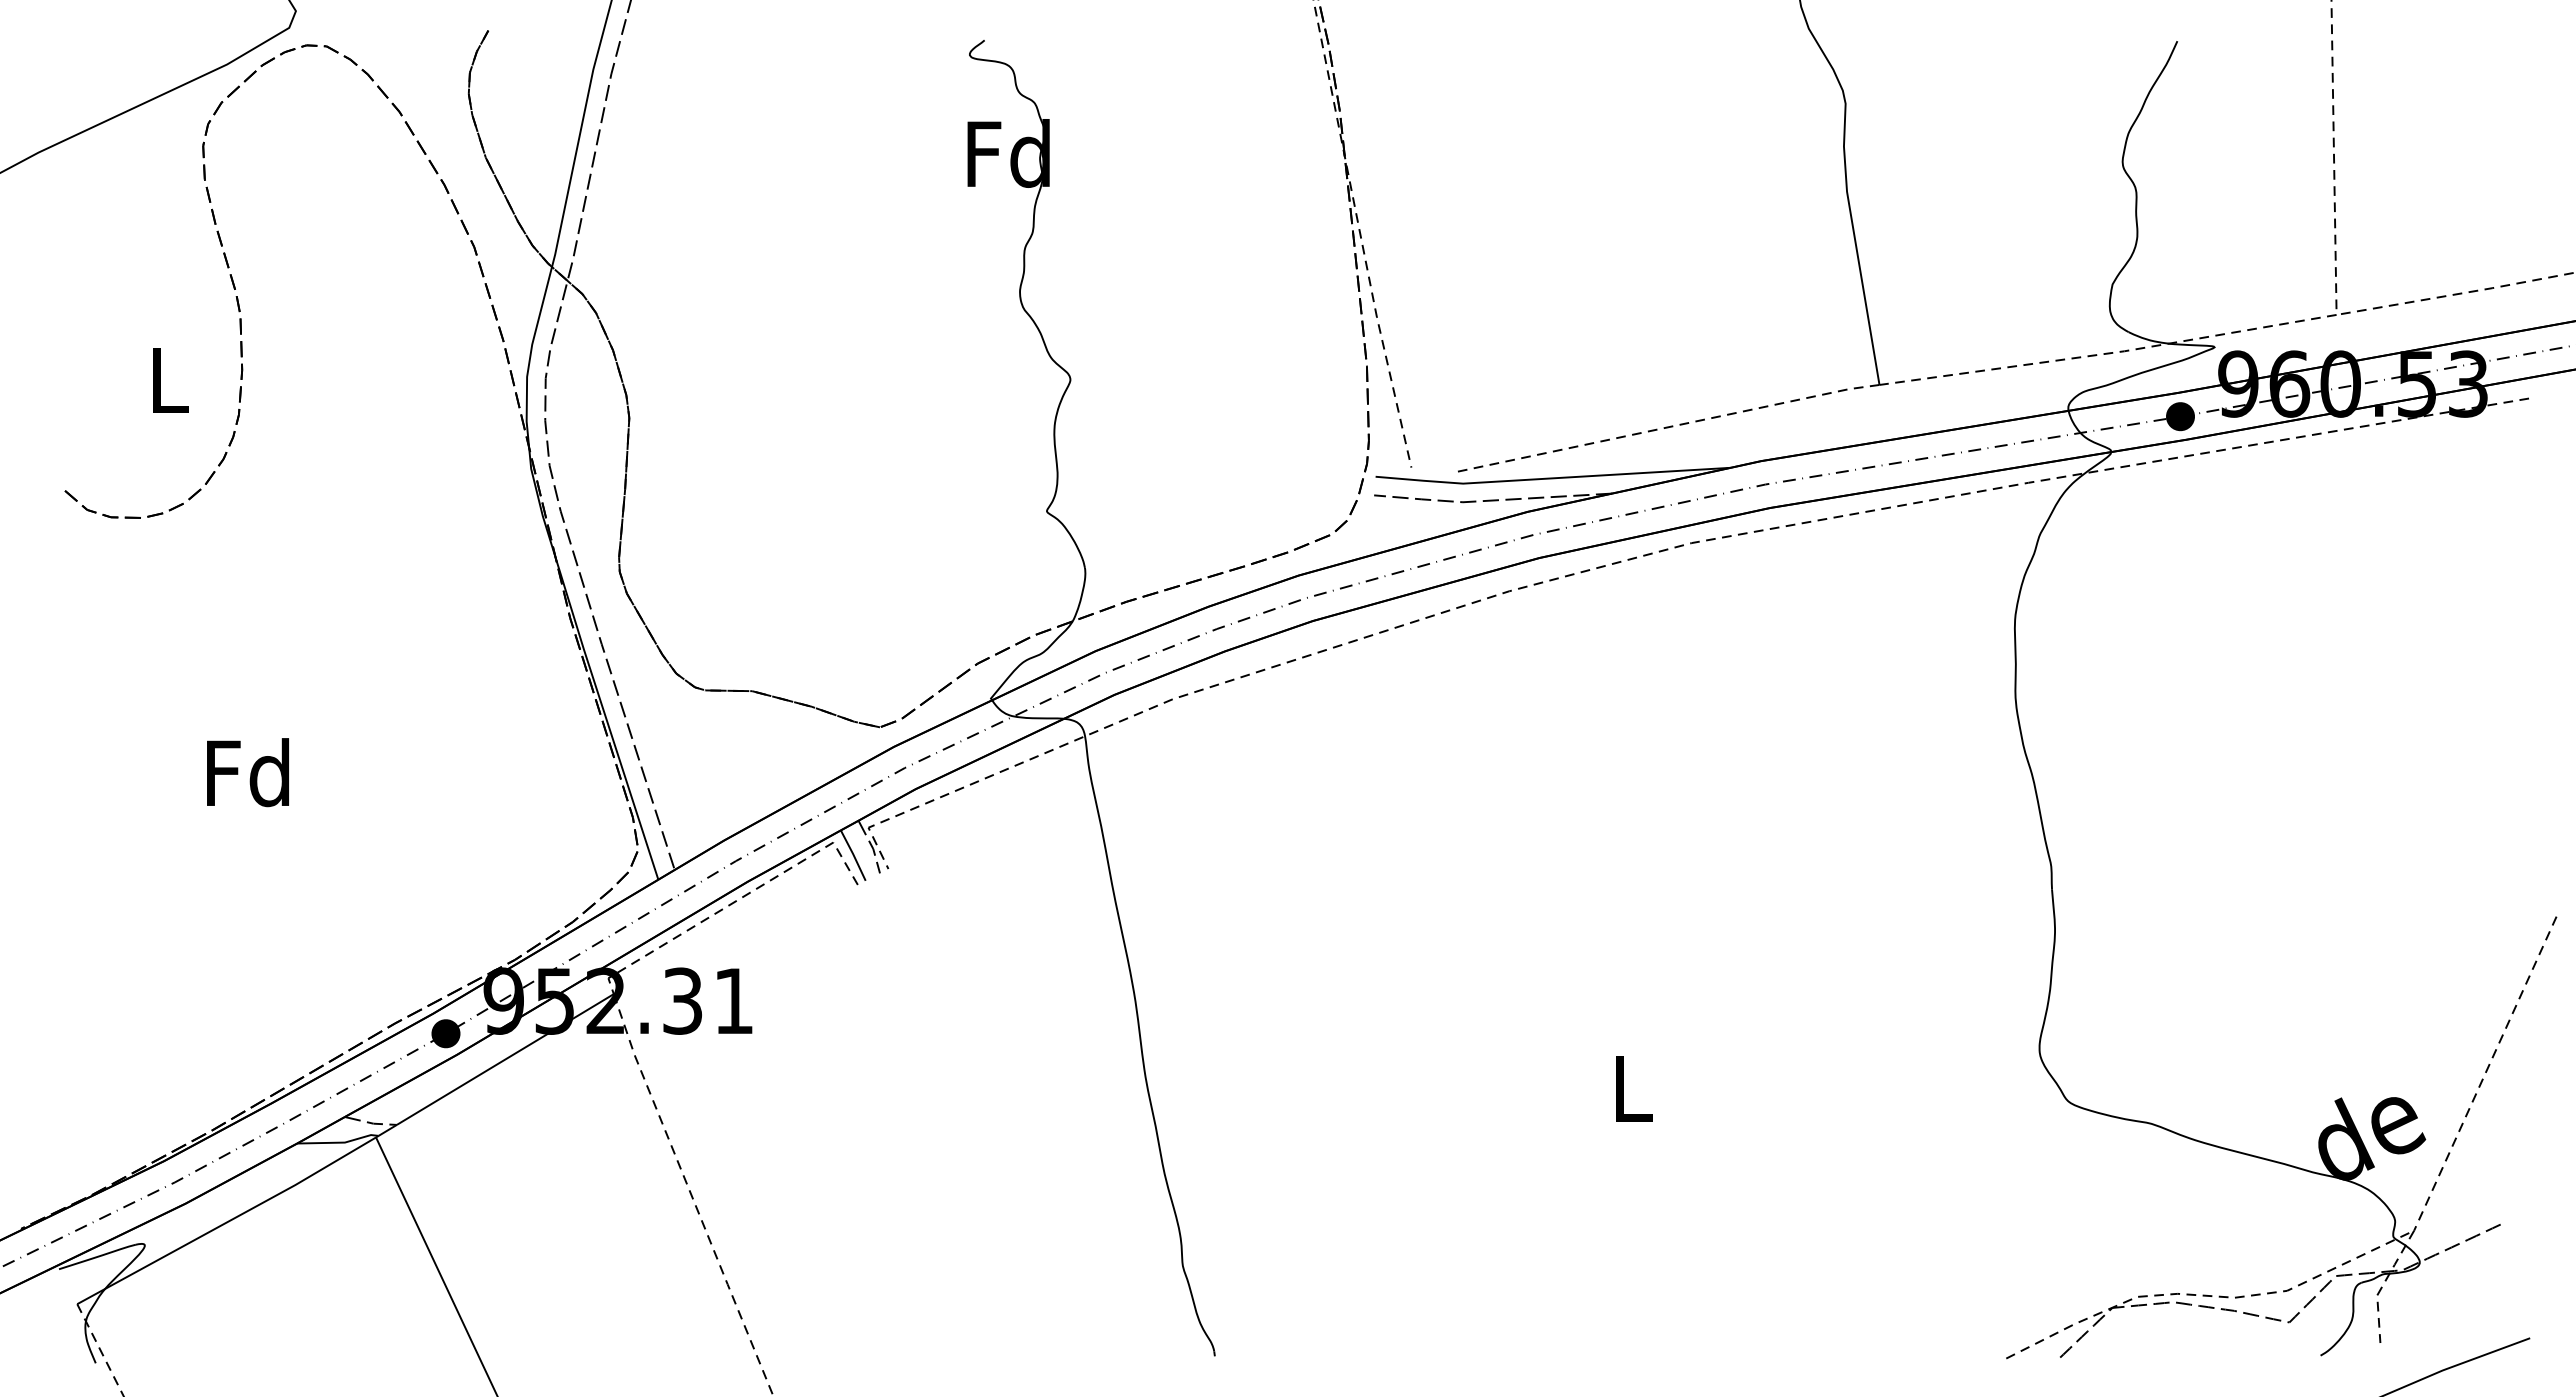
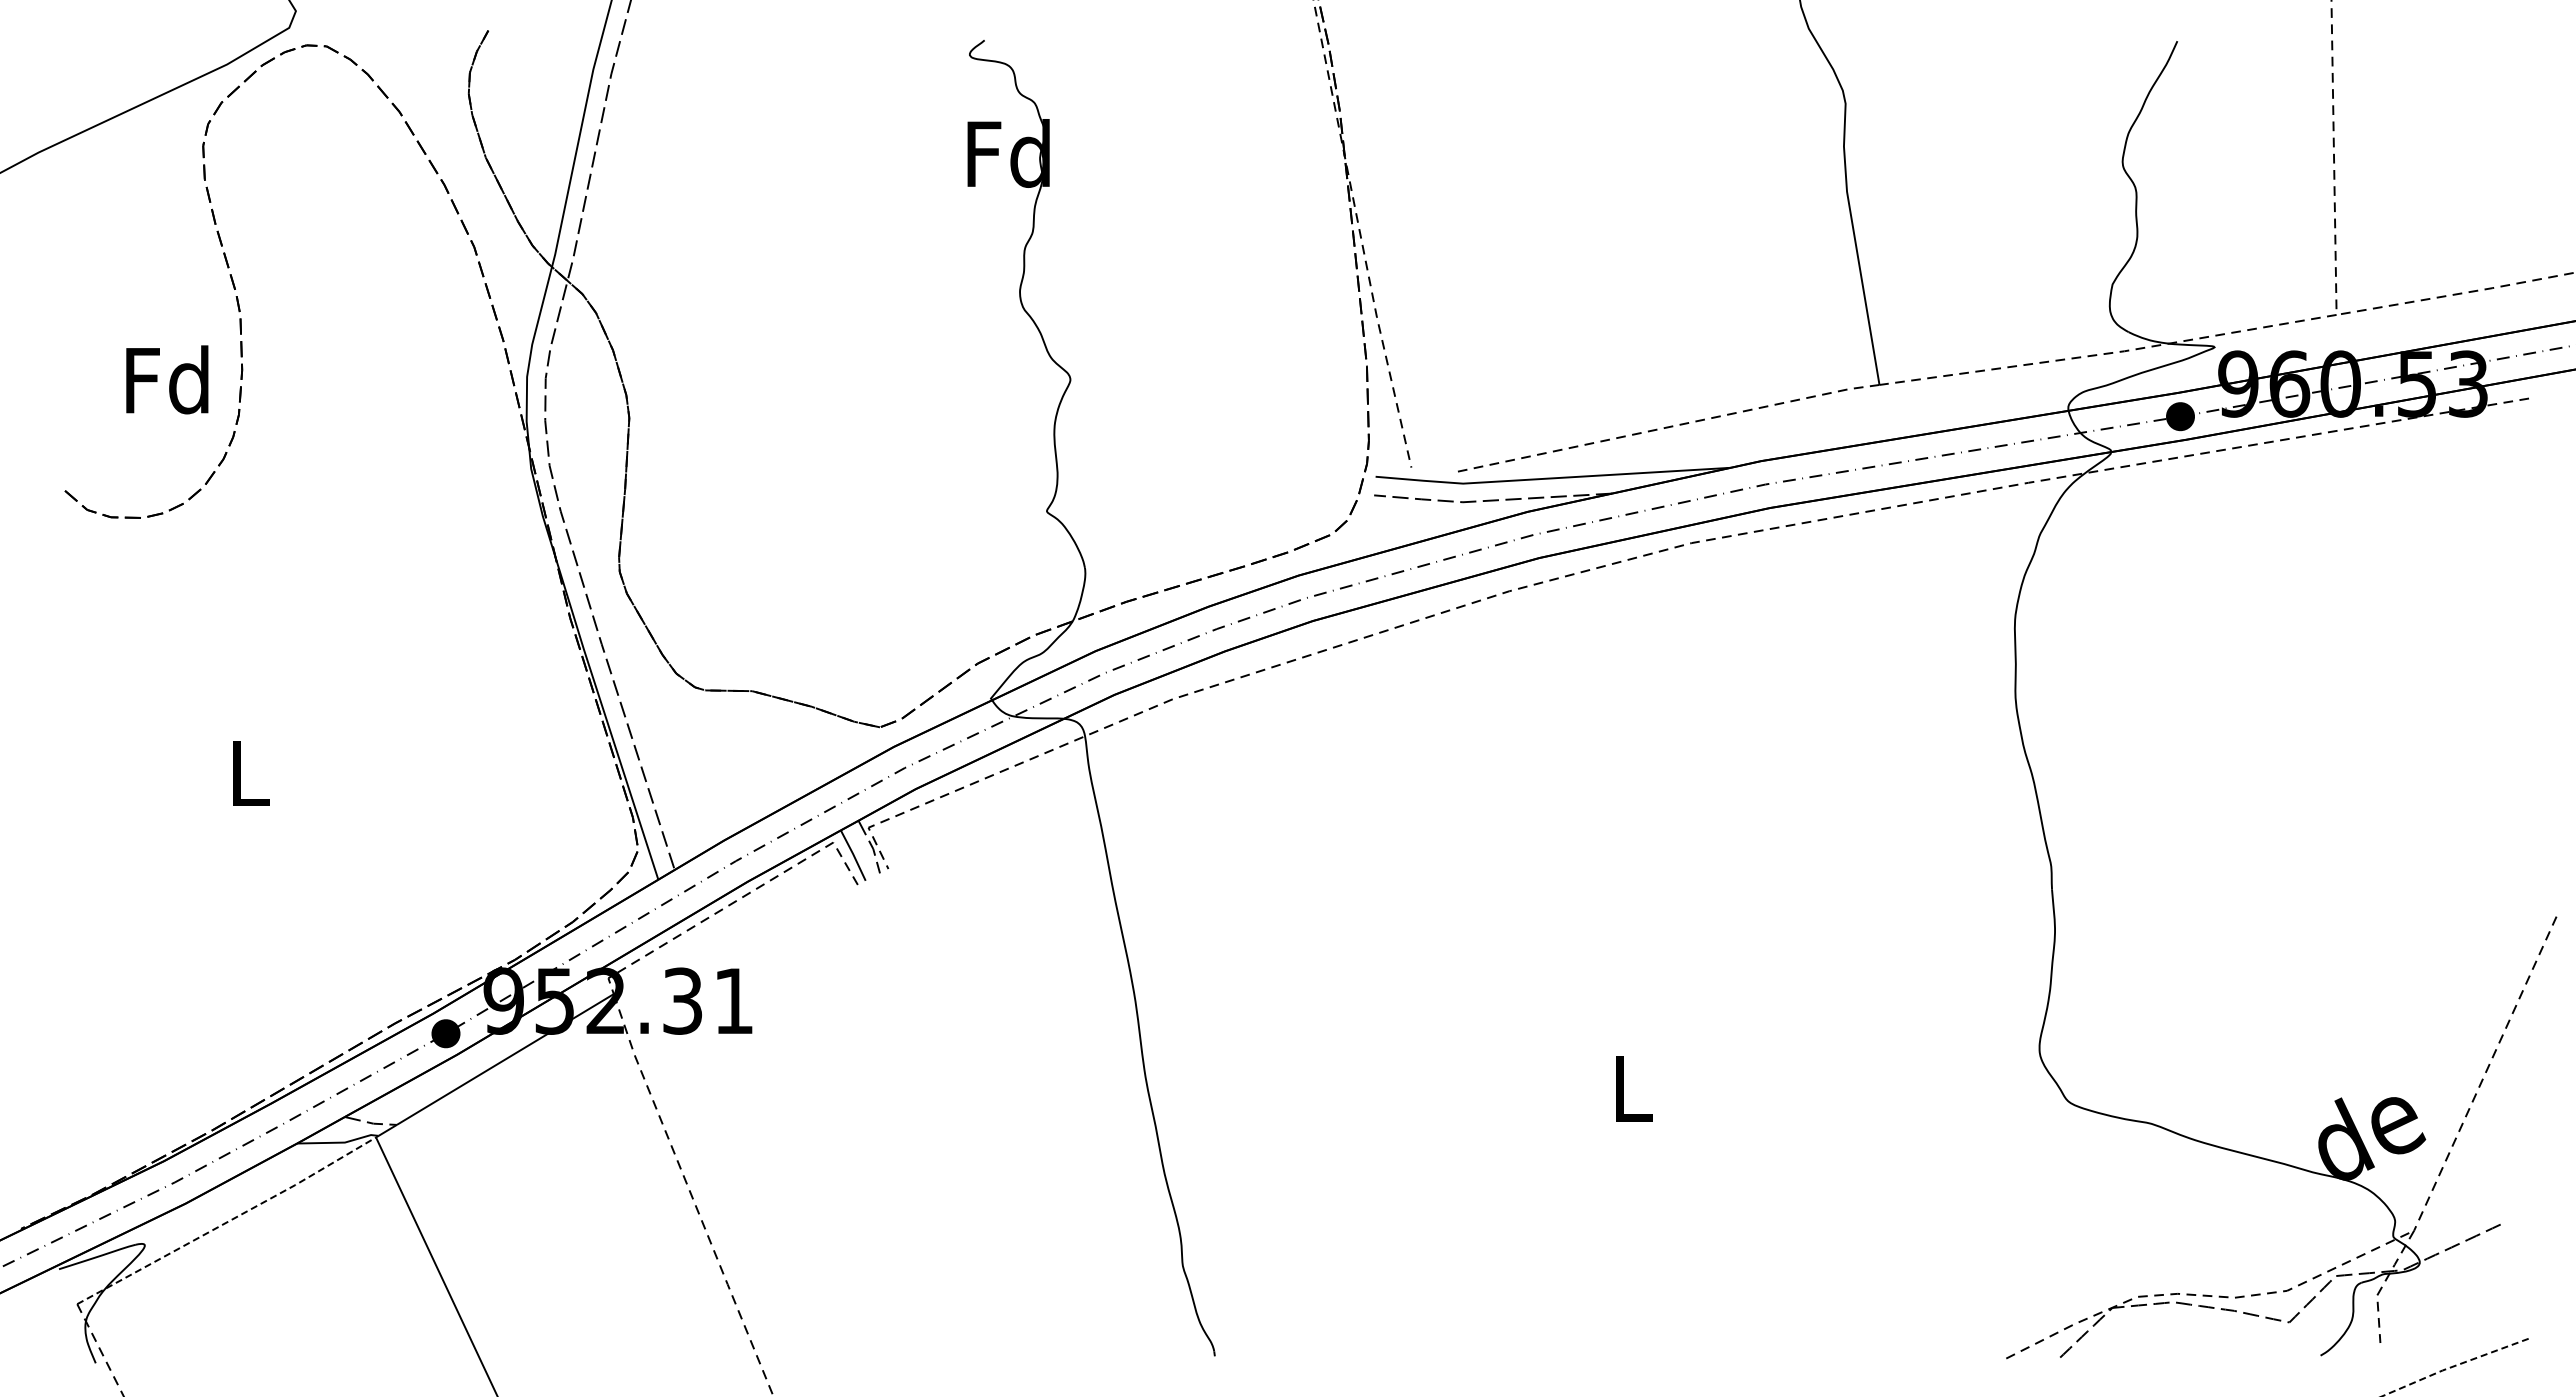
text at (167, 379): L -> Fd
text at (248, 772): Fd -> L
line at (228, 1221): solid -> dashed
line at (2454, 1366): solid -> dashed
